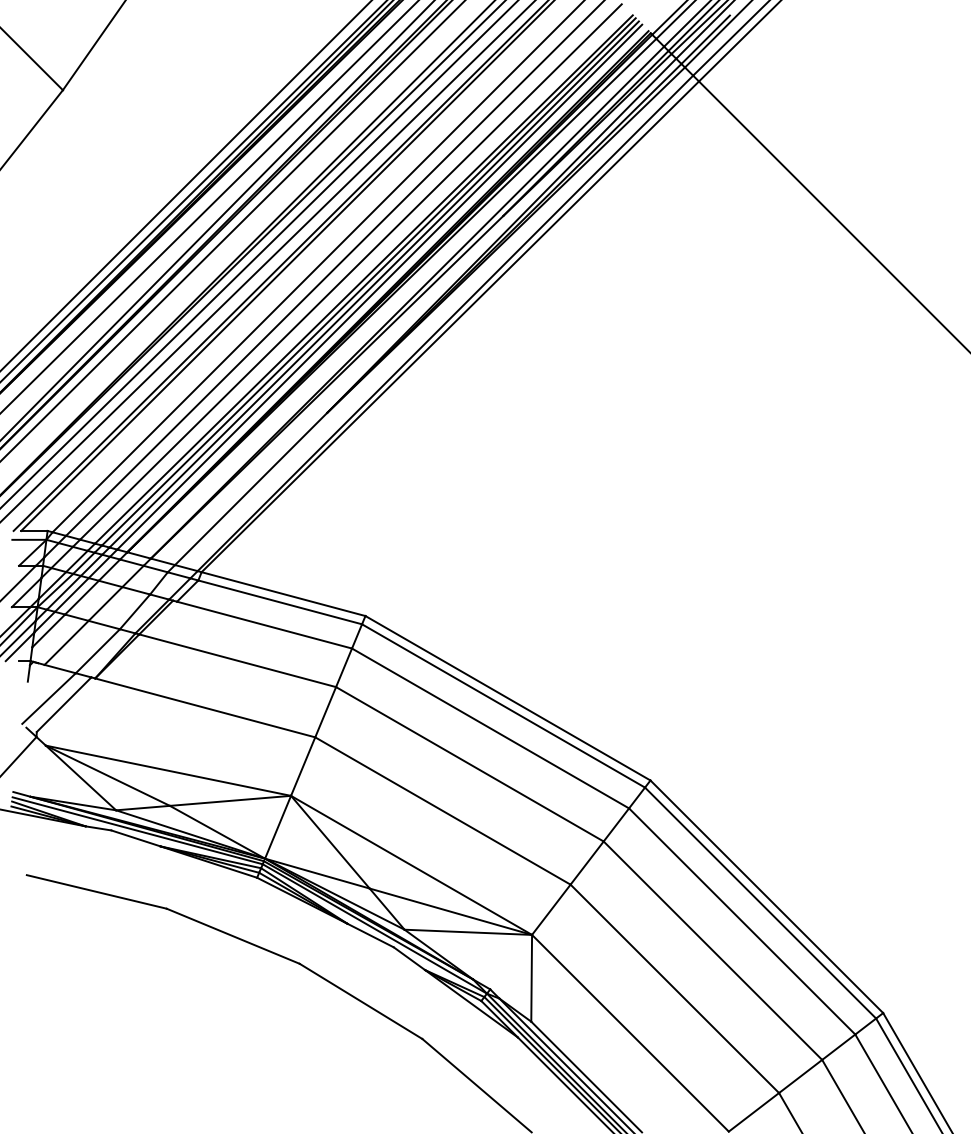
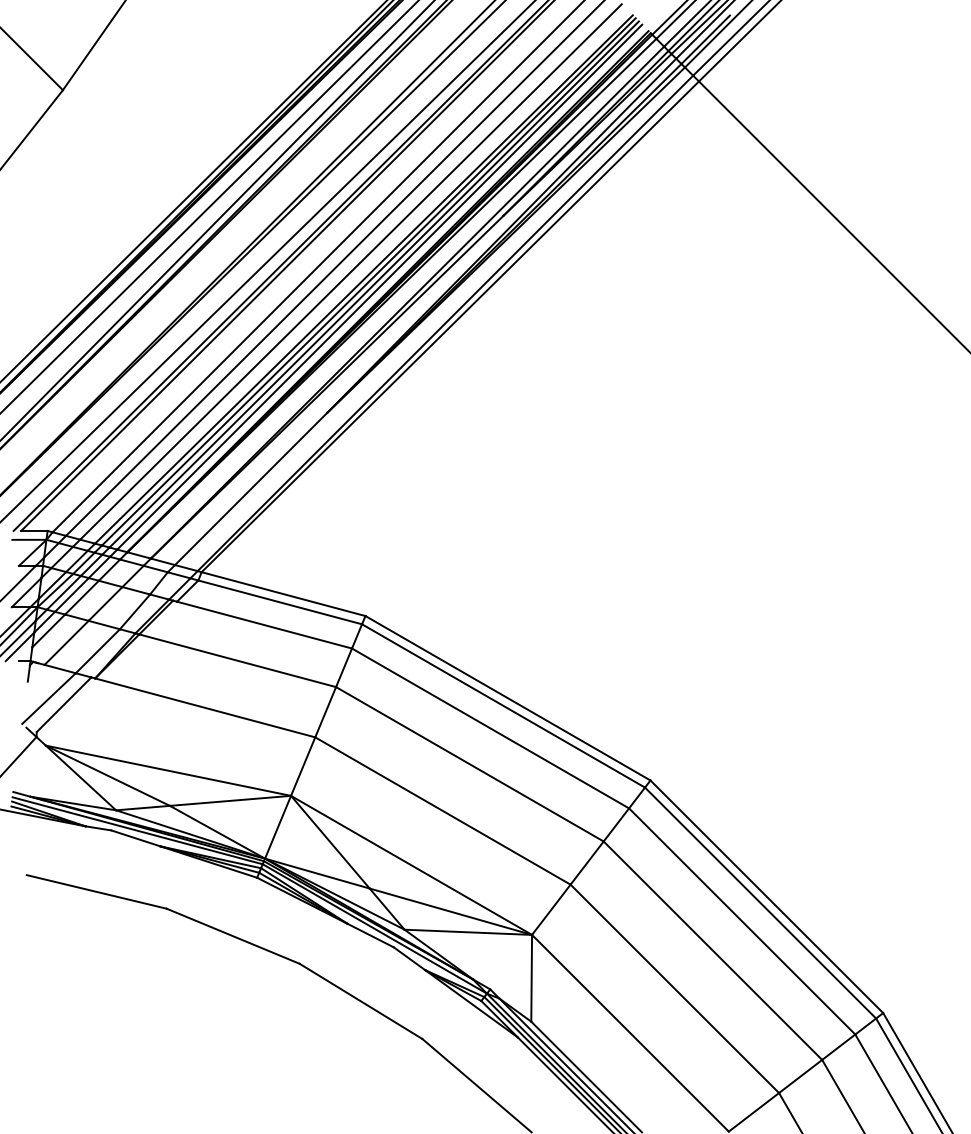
line at (185, 185): present -> none
line at (232, 230): present -> none
line at (259, 254): present -> none
